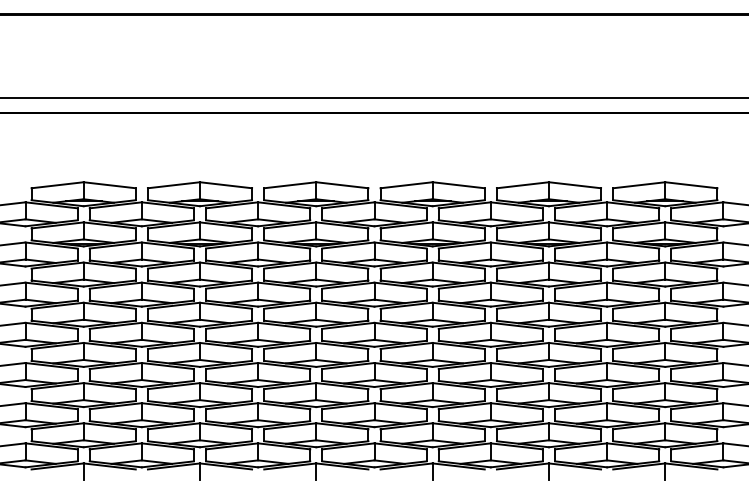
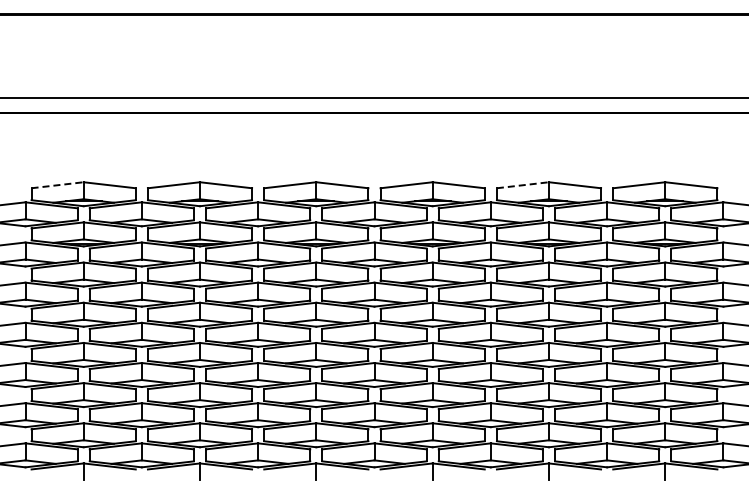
line at (58, 185): solid -> dashed
line at (523, 185): solid -> dashed
